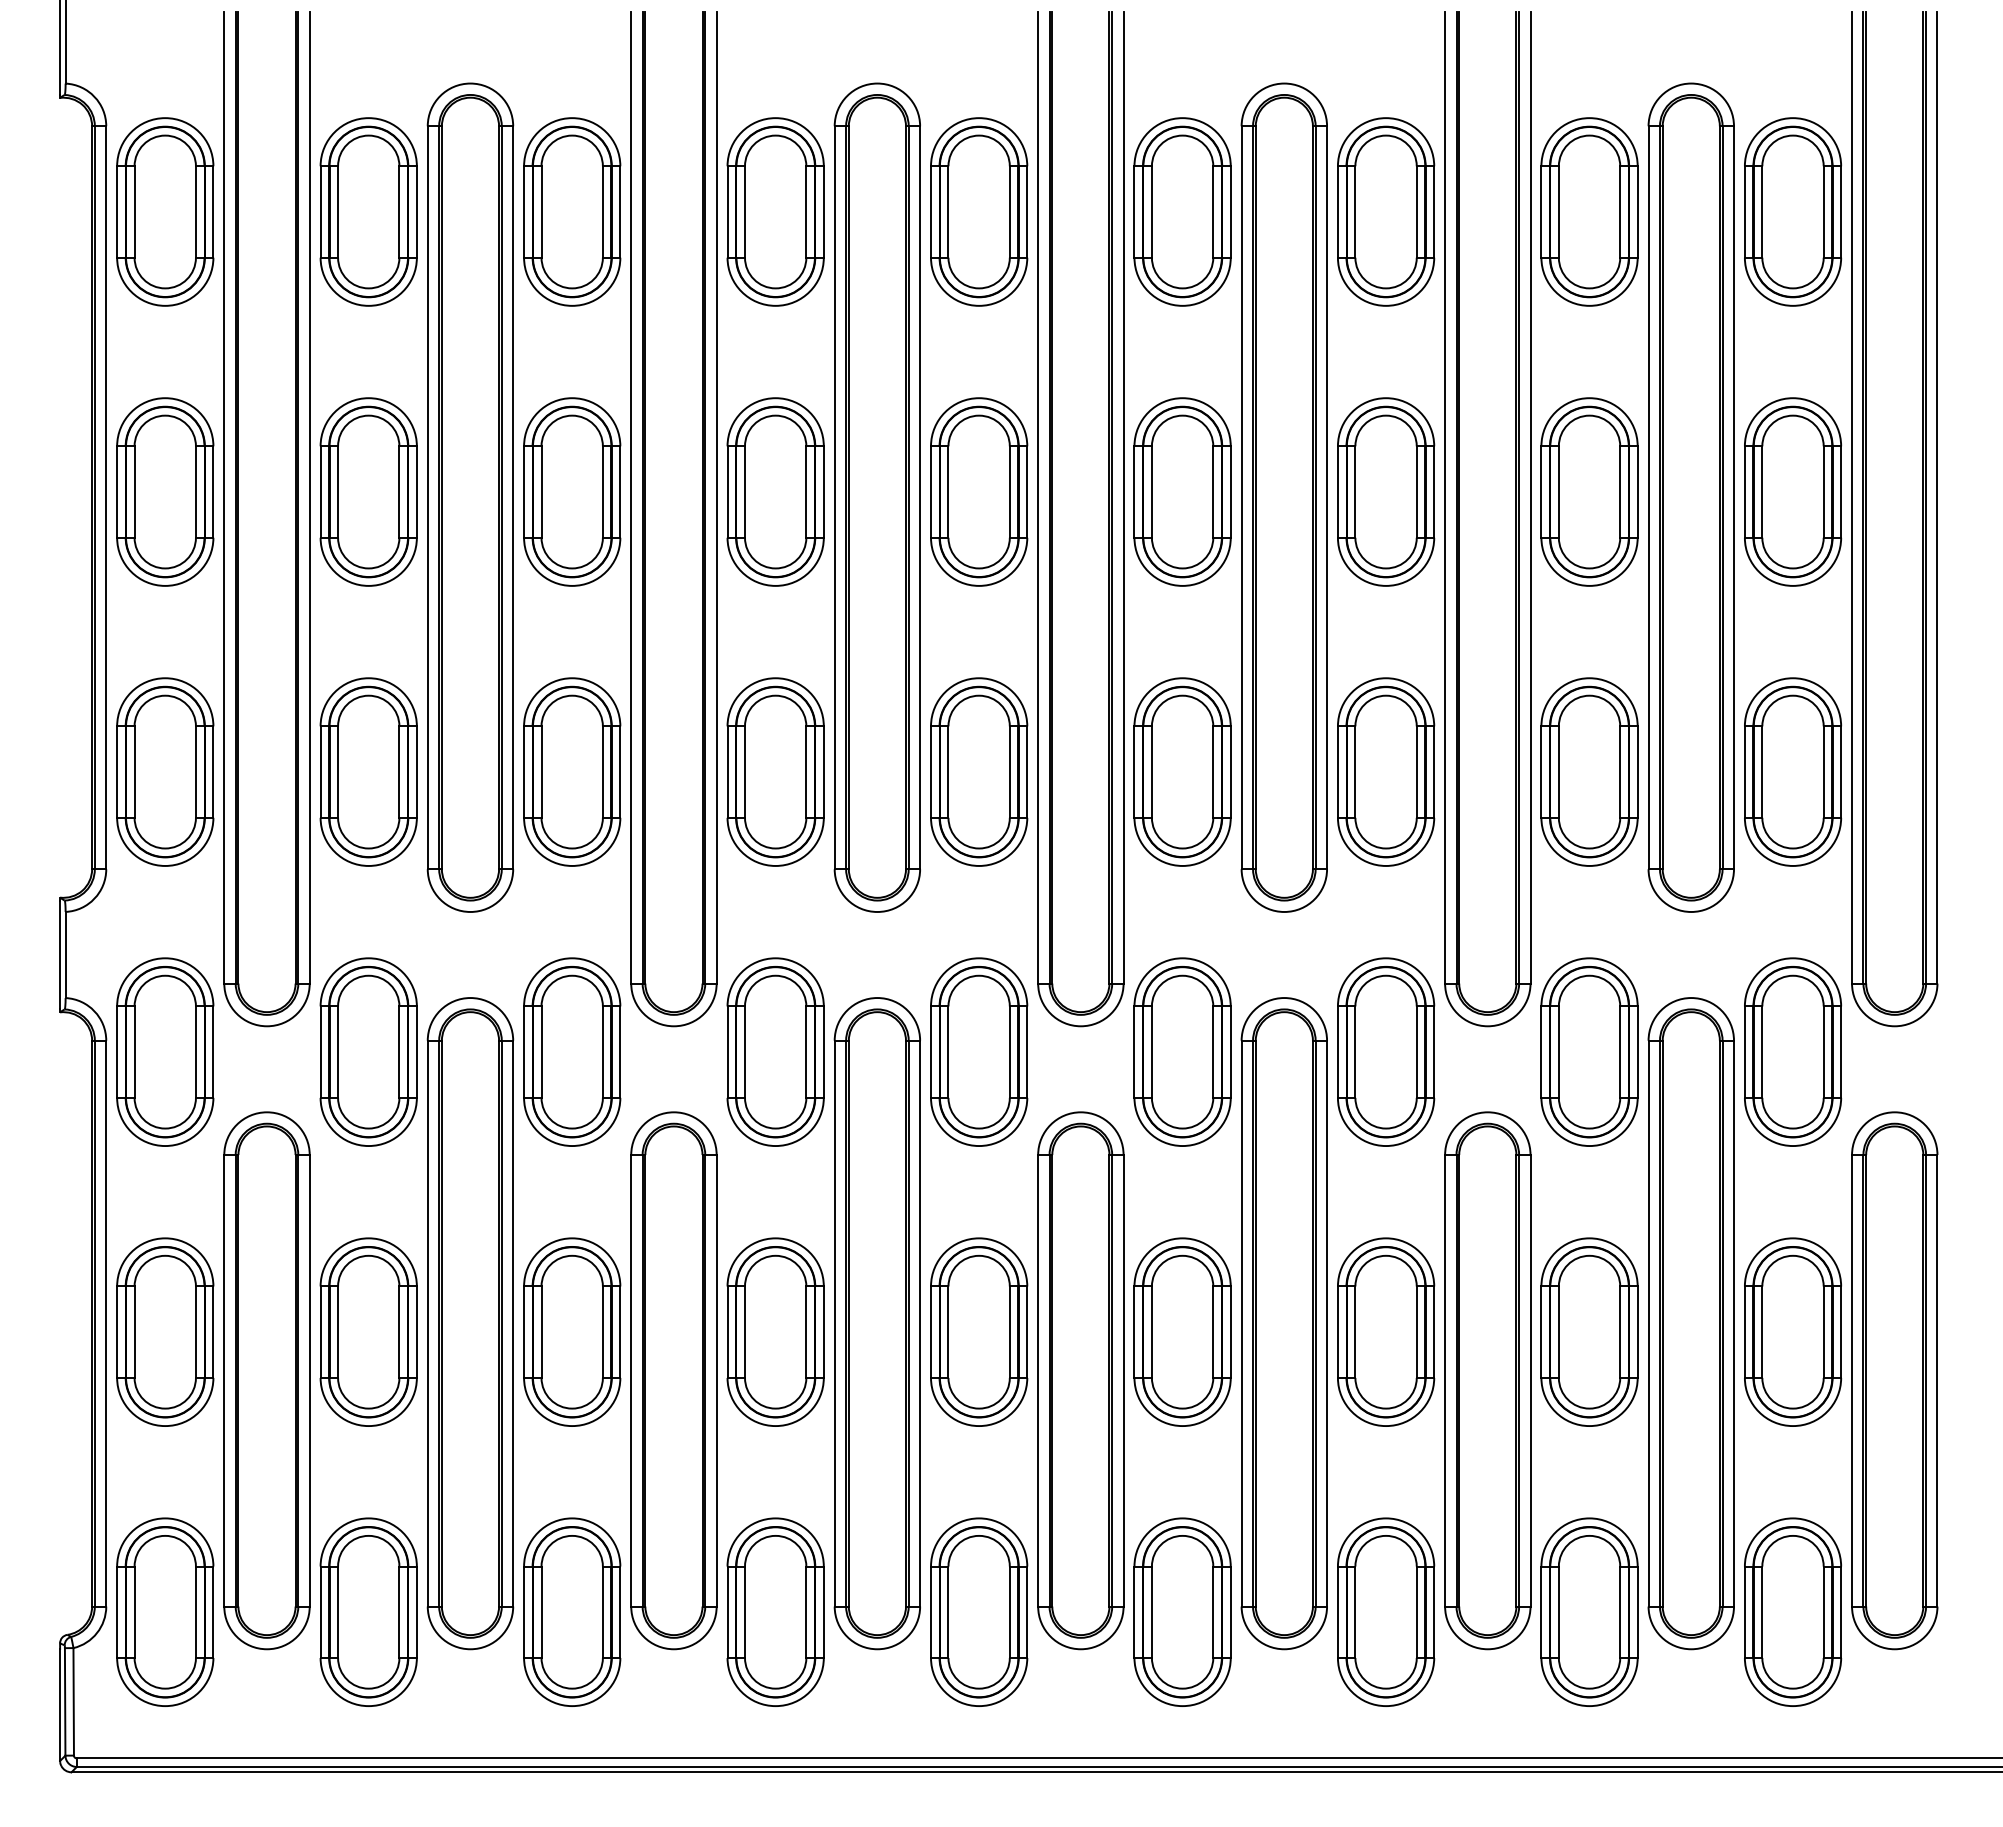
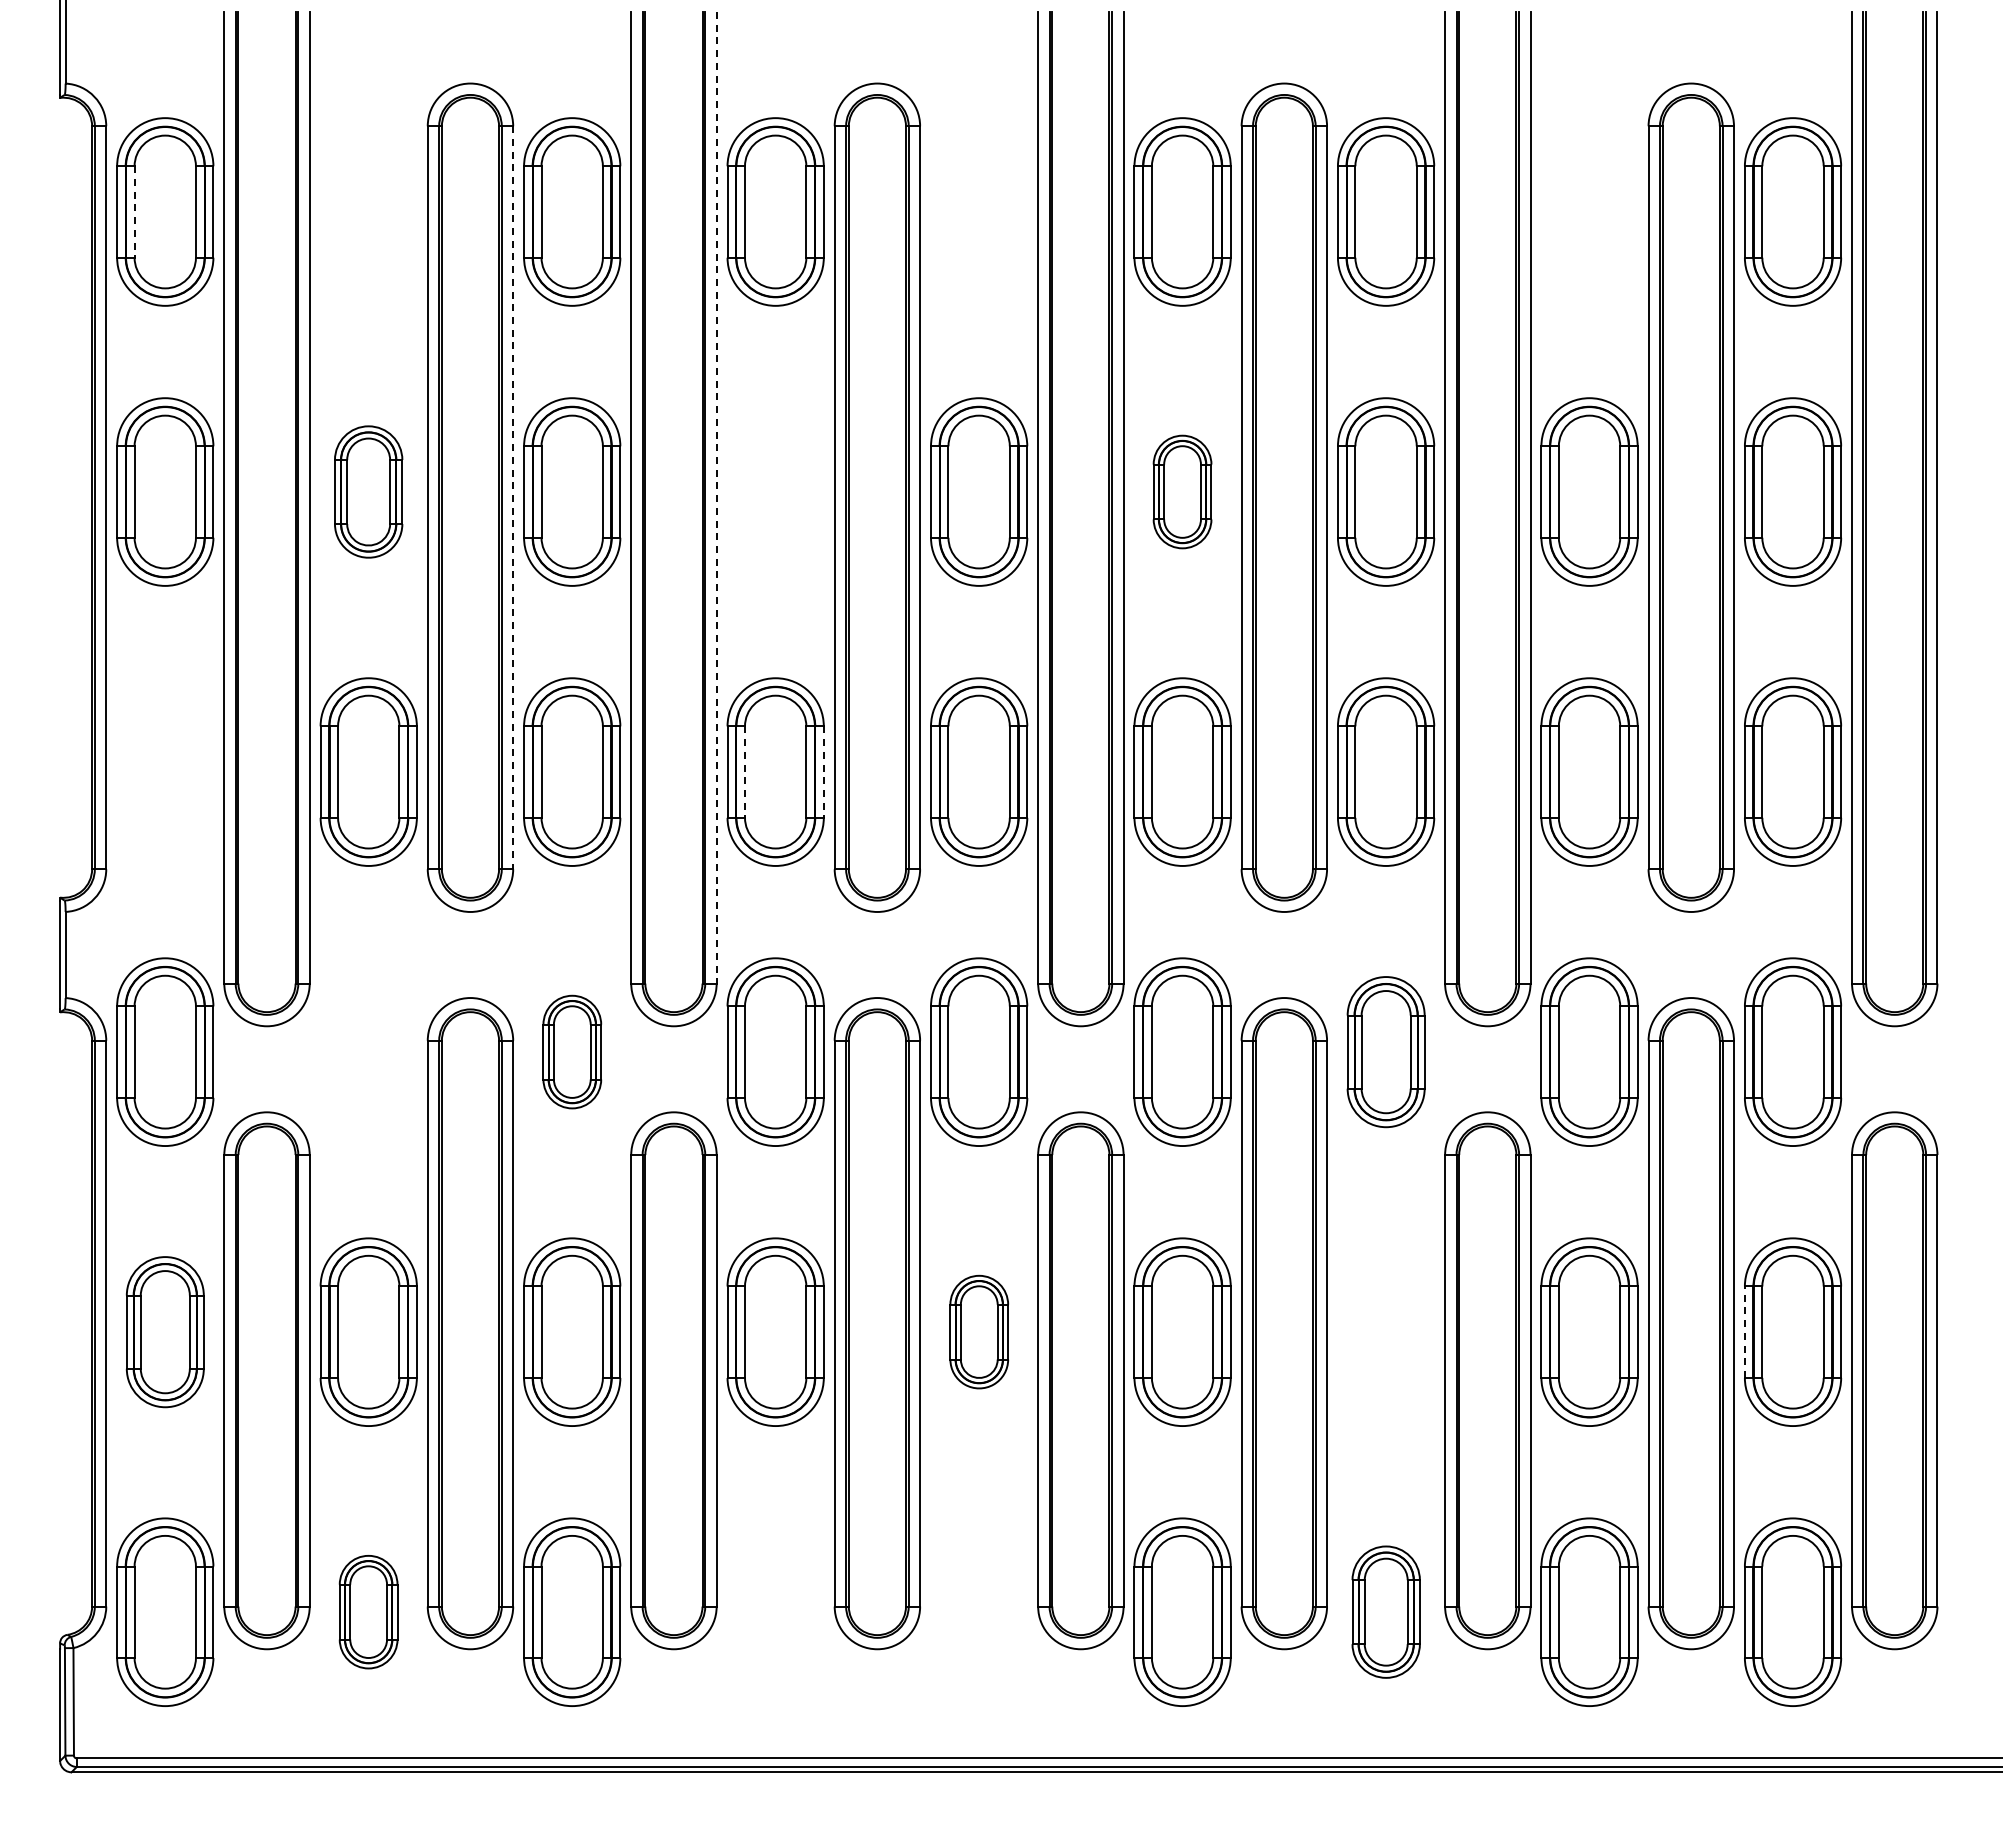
part at (368, 211): present -> none
part at (979, 211): present -> none
part at (1589, 211): present -> none
line at (134, 212): solid -> dashed
part at (368, 491) size: 99x190 px -> 70x134 px
part at (775, 491): present -> none
part at (1182, 491) size: 99x190 px -> 61x116 px
line at (716, 497): solid -> dashed
line at (513, 498): solid -> dashed
part at (165, 771): present -> none
line at (745, 772): solid -> dashed
line at (823, 772): solid -> dashed
part at (368, 1051): present -> none
part at (572, 1051) size: 99x190 px -> 61x116 px
part at (1386, 1051) size: 99x190 px -> 80x153 px
part at (165, 1331) size: 99x190 px -> 80x153 px
part at (979, 1331) size: 99x190 px -> 60x116 px
part at (1386, 1331): present -> none
line at (1744, 1332): solid -> dashed
part at (368, 1611) size: 99x190 px -> 61x115 px
part at (775, 1611): present -> none
part at (979, 1611): present -> none
part at (1386, 1611) size: 99x190 px -> 70x134 px
